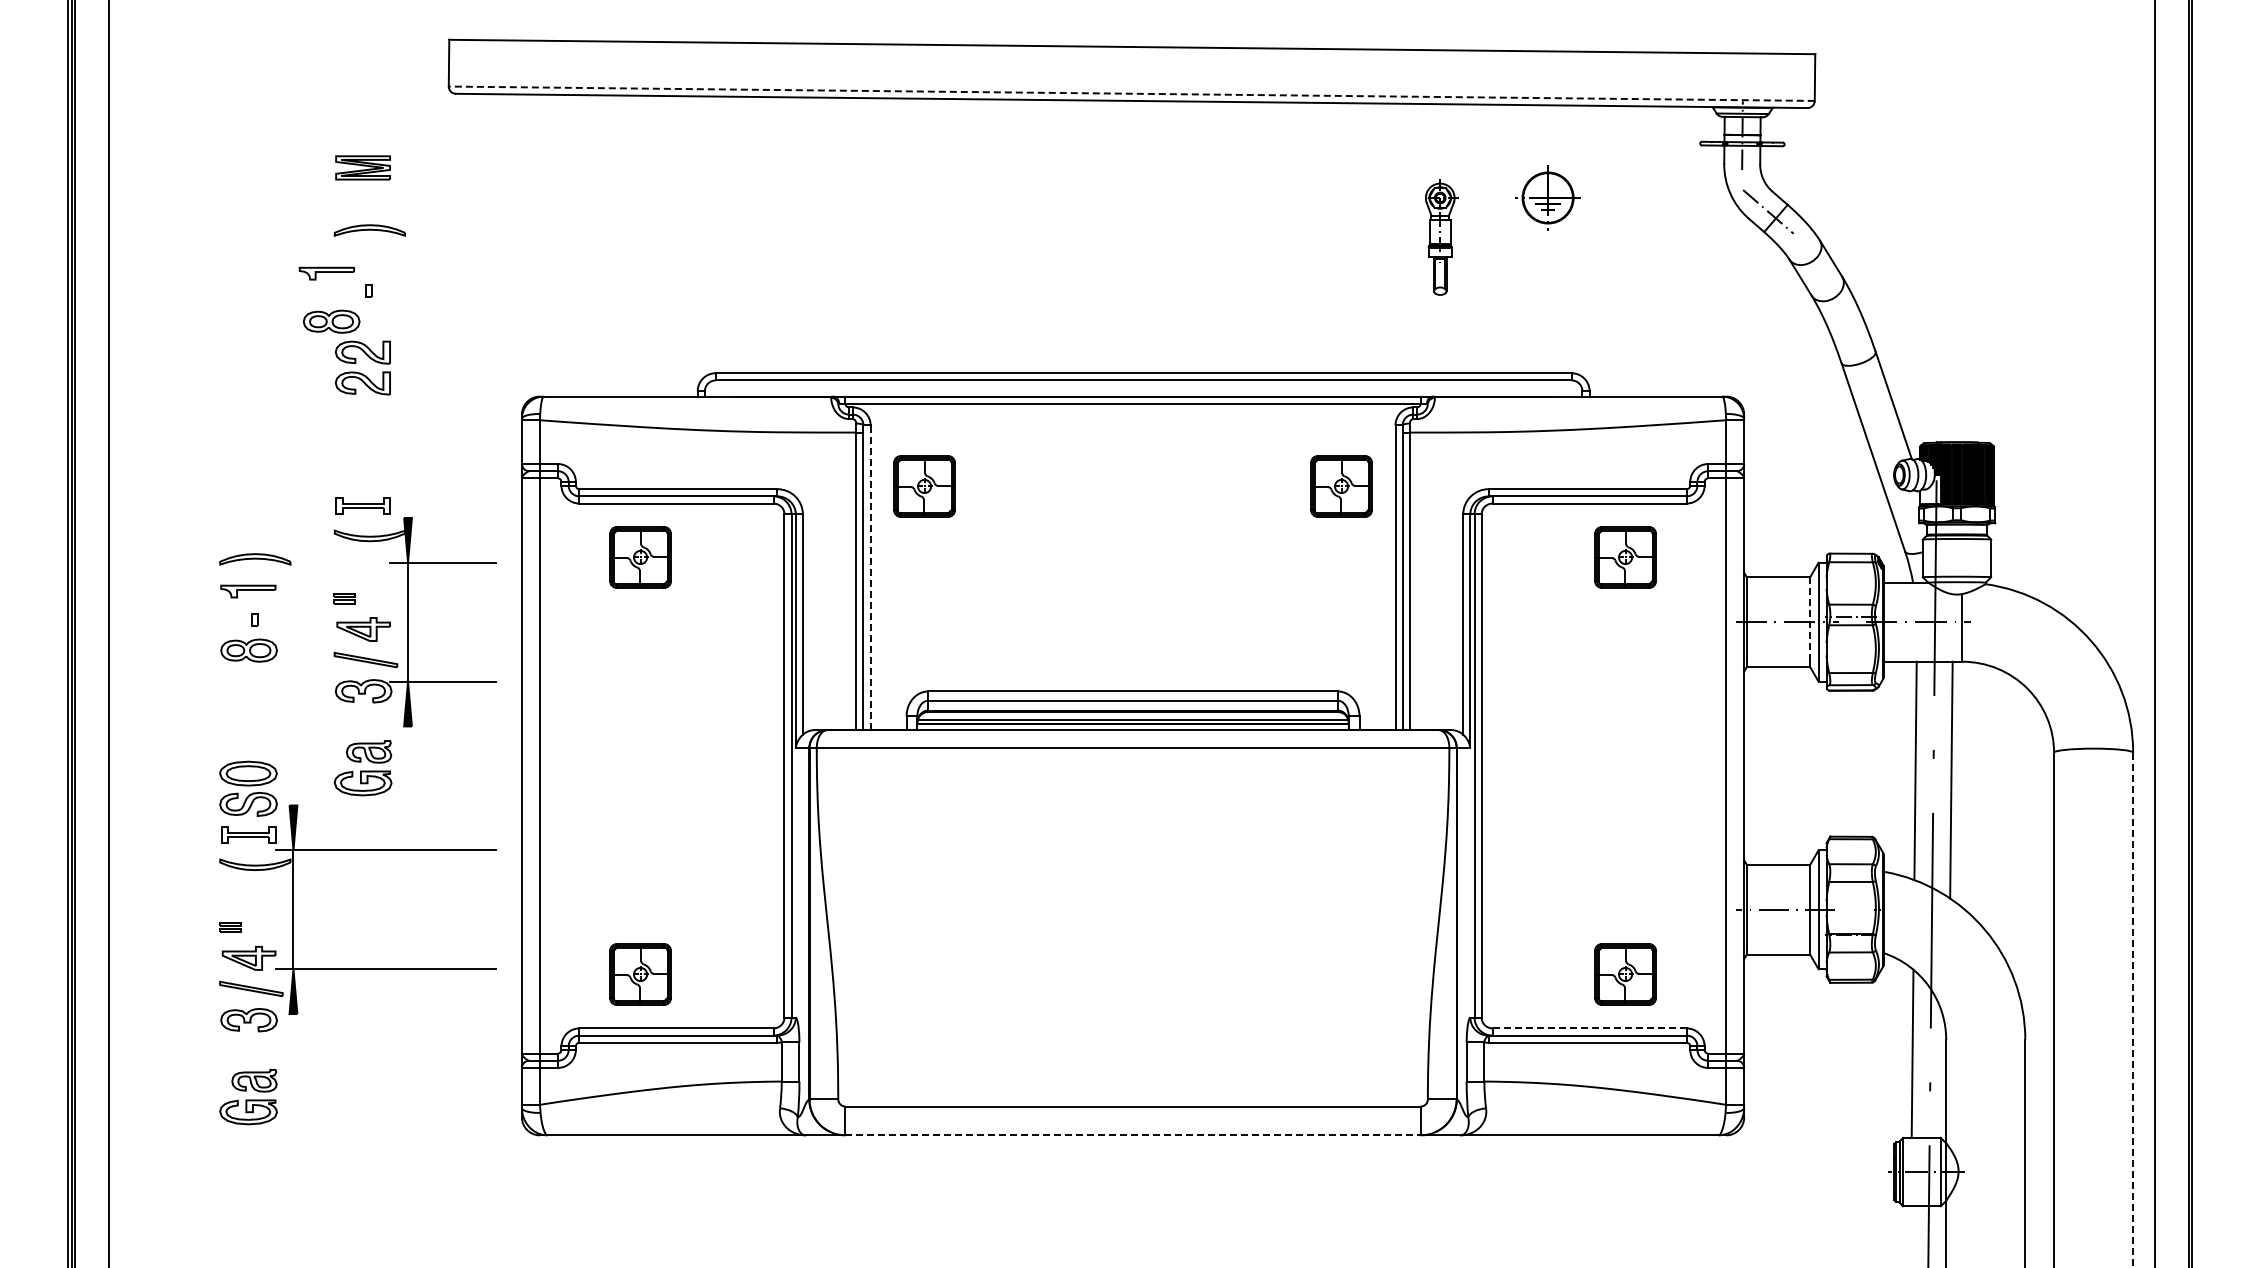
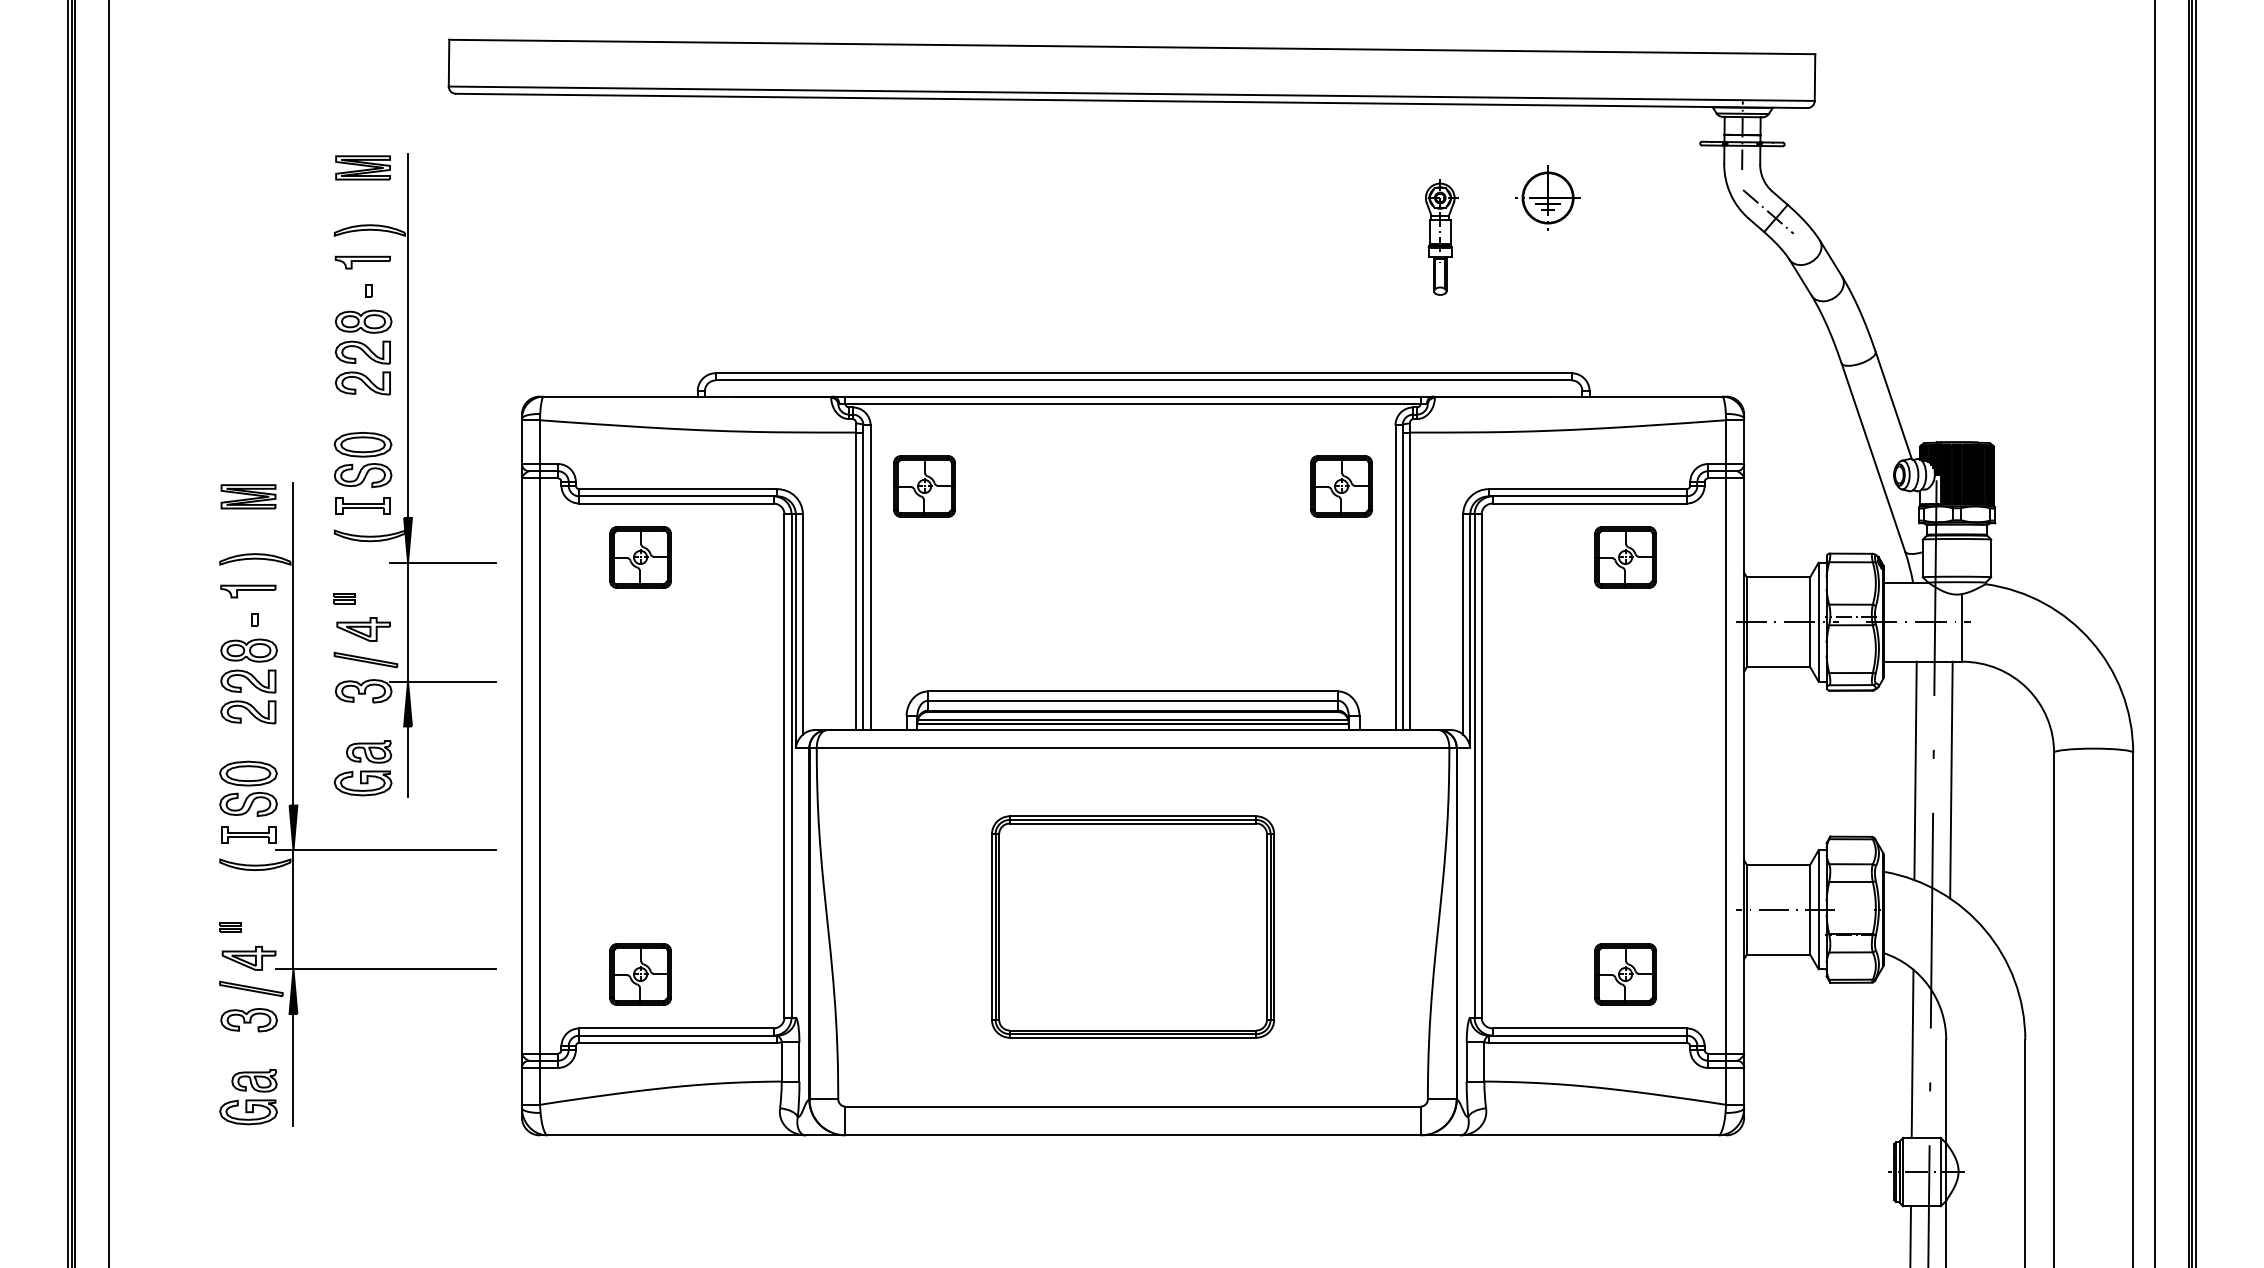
line at (1131, 93): dashed -> solid
part at (326, 273) position: (326, 273) -> (362, 262)
part at (331, 321) position: (331, 321) -> (363, 321)
line at (408, 335): none -> present
part at (362, 459): none -> present
part at (248, 496): none -> present
line at (870, 577): dashed -> solid
line at (1810, 618): dashed -> solid
line at (2196, 633): none -> present
line at (293, 643): none -> present
part at (248, 696): none -> present
line at (408, 761): none -> present
part at (1132, 926): none -> present
line at (2133, 1010): dashed -> solid
line at (1590, 1028): dashed -> solid
line at (293, 1070): none -> present
line at (1133, 1135): dashed -> solid
line at (1910, 1235): none -> present
